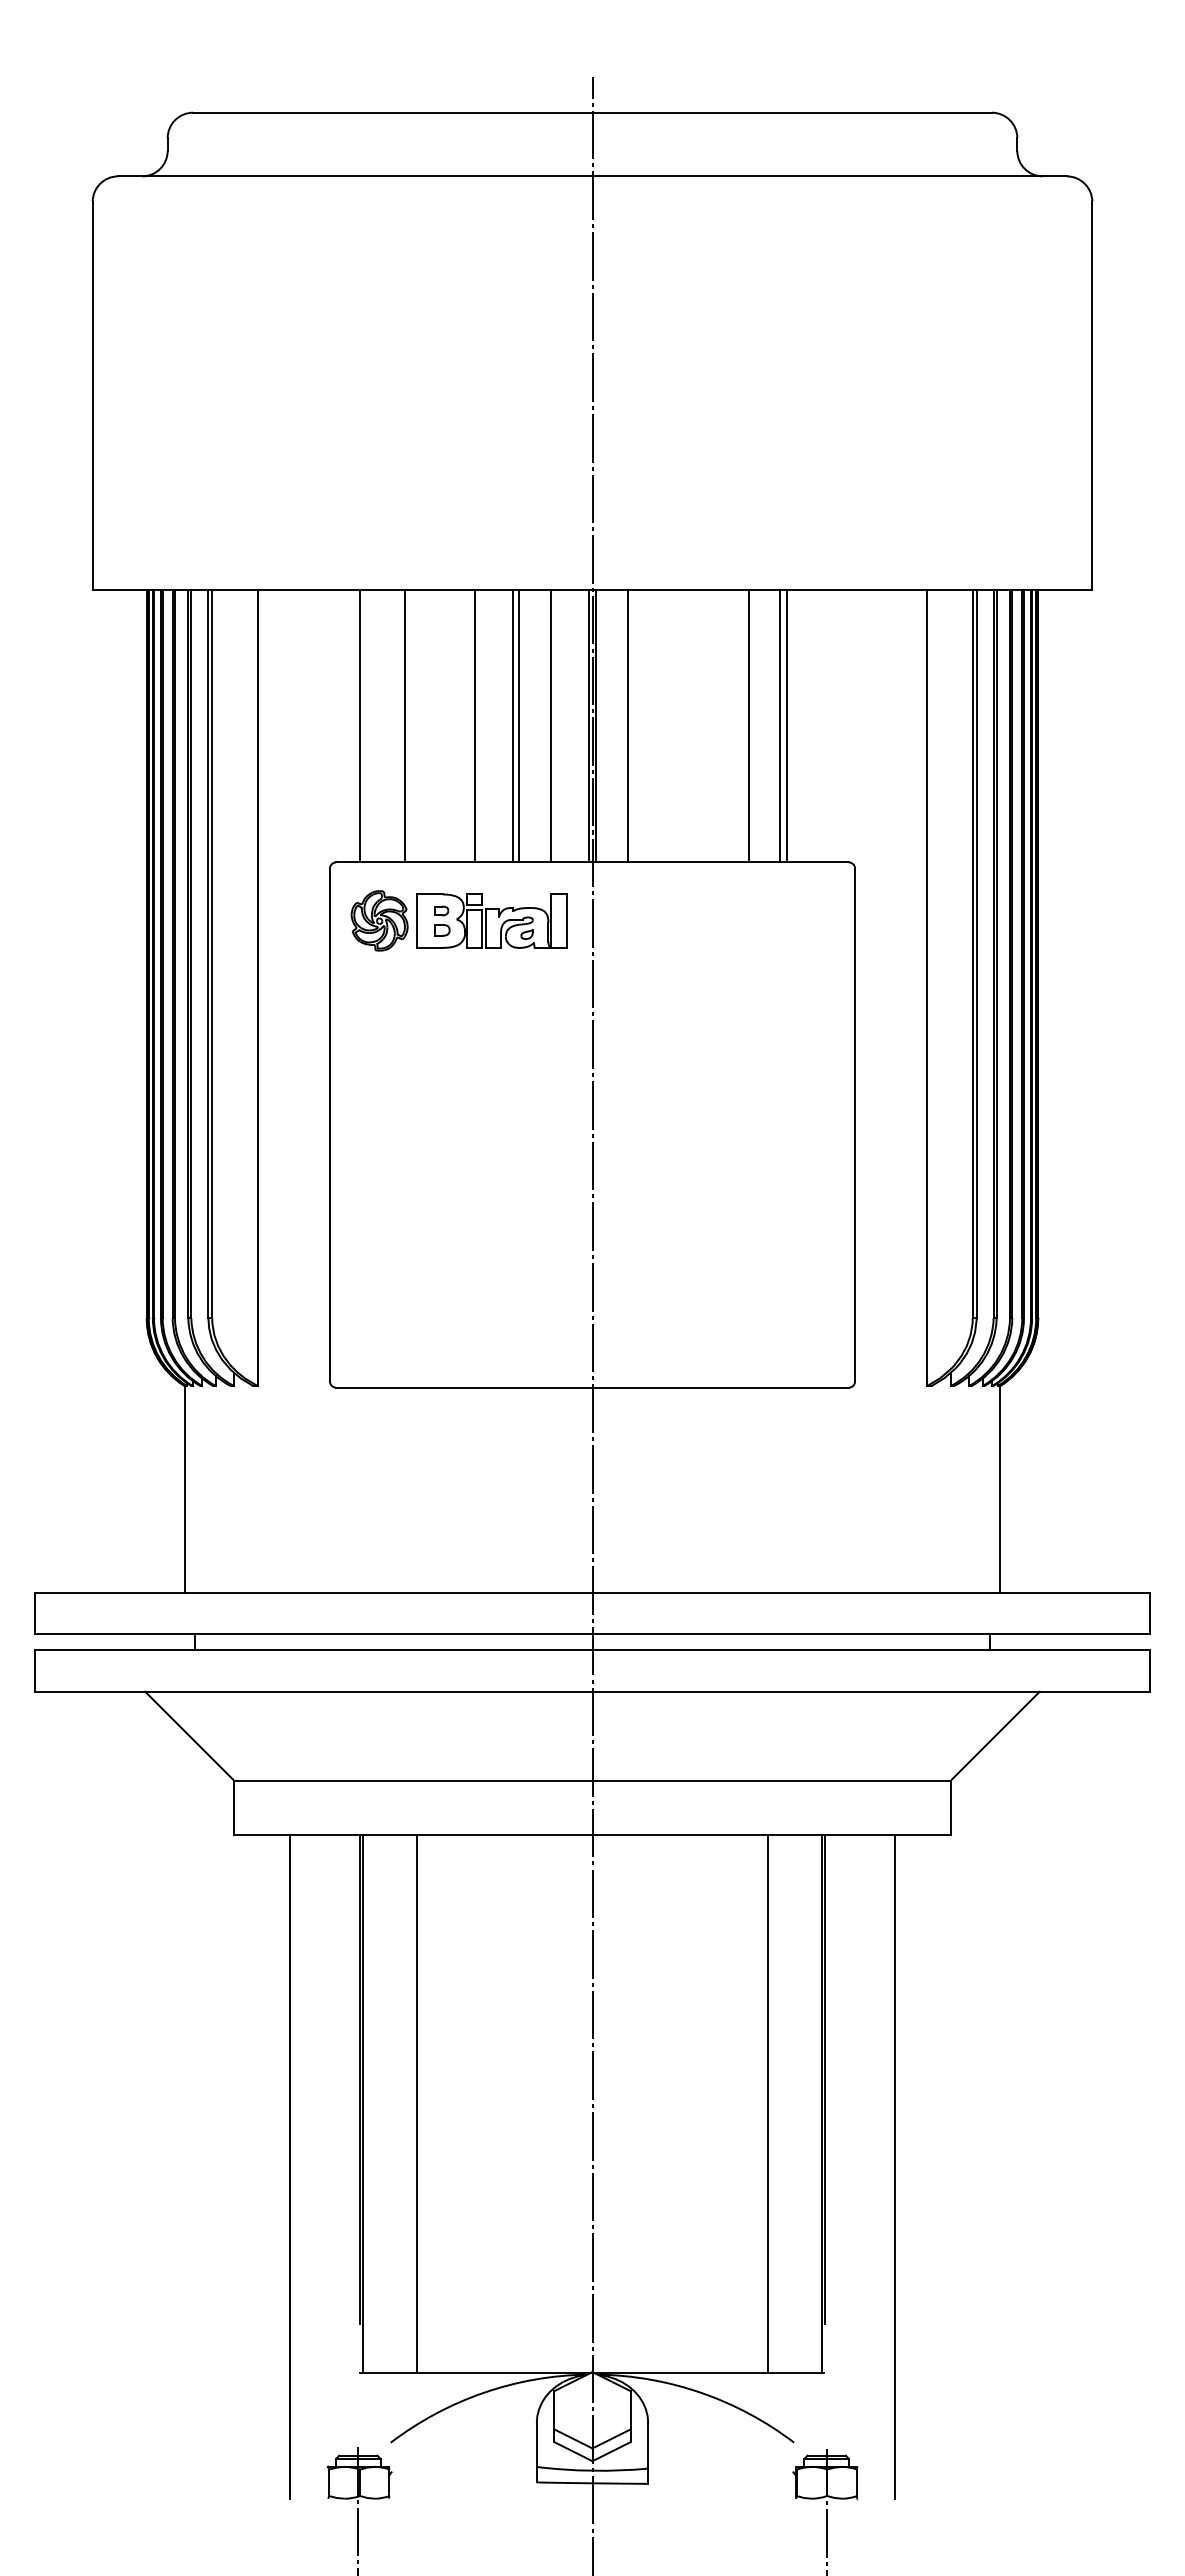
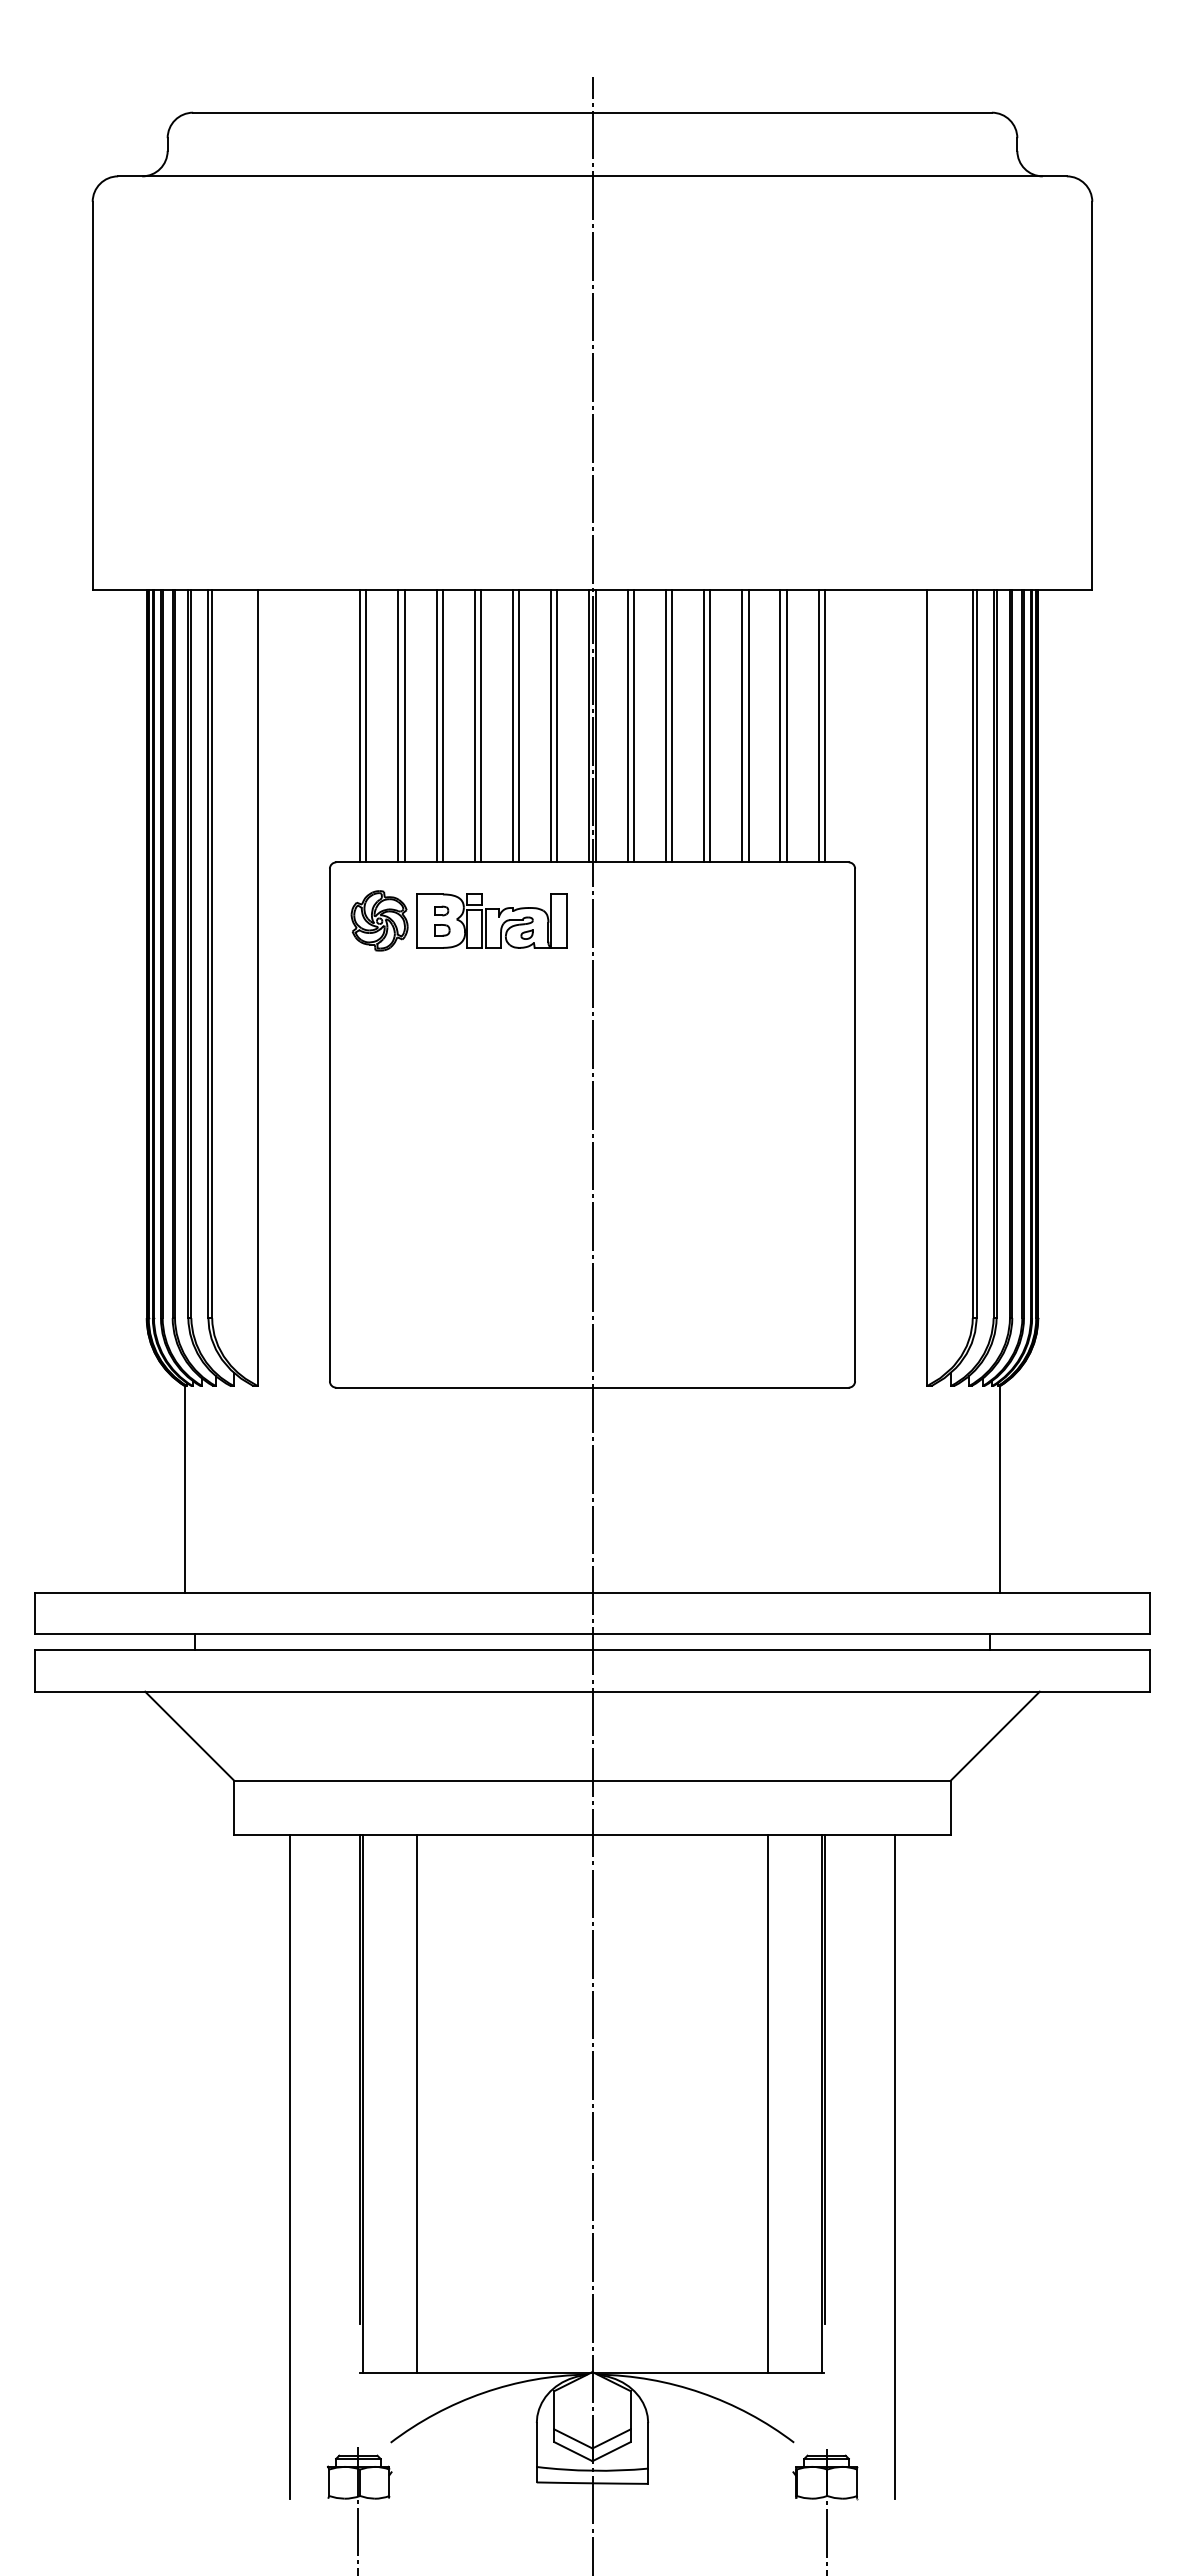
line at (366, 726): none -> present
line at (398, 726): none -> present
line at (436, 726): none -> present
line at (442, 726): none -> present
line at (481, 726): none -> present
line at (557, 726): none -> present
line at (633, 726): none -> present
line at (665, 726): none -> present
line at (672, 726): none -> present
line at (703, 726): none -> present
line at (710, 726): none -> present
line at (742, 726): none -> present
line at (818, 726): none -> present
line at (824, 726): none -> present
